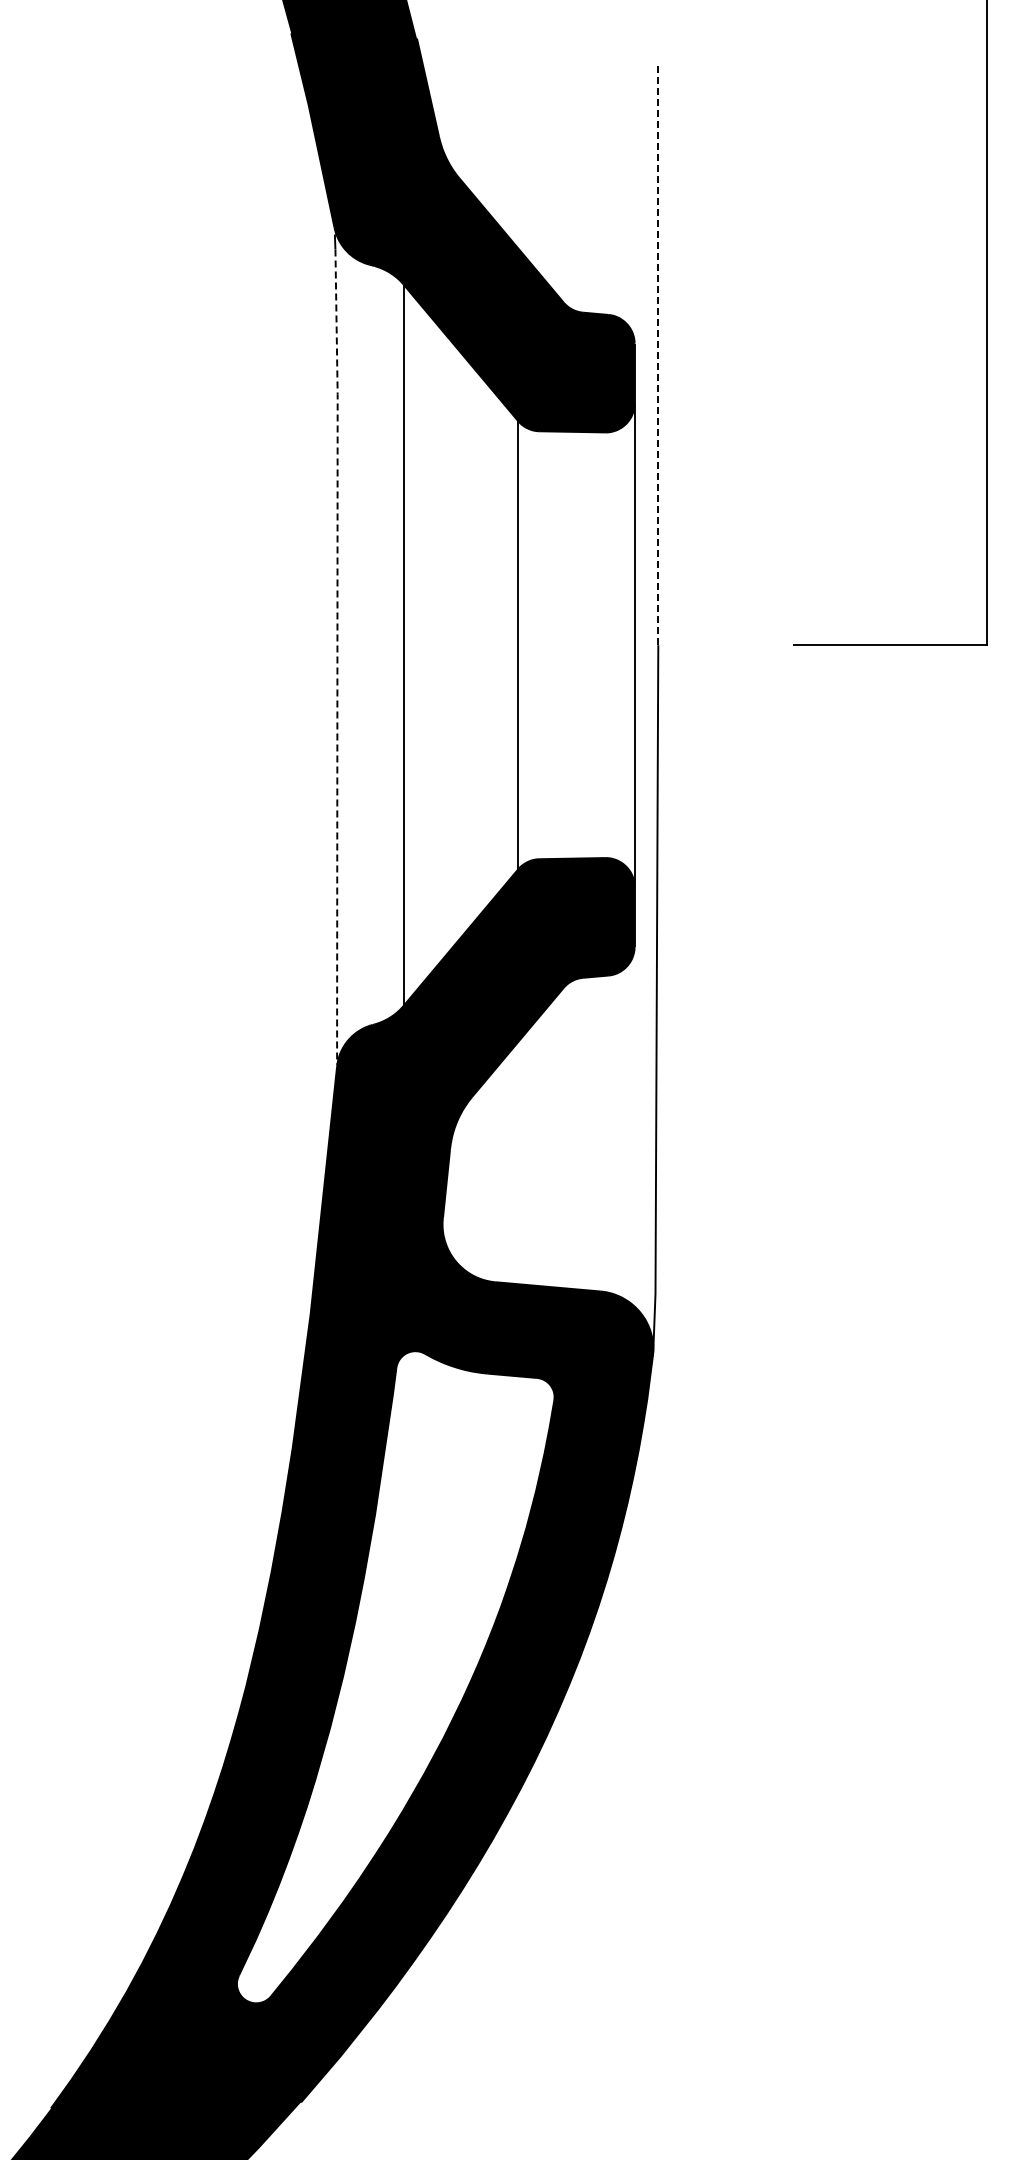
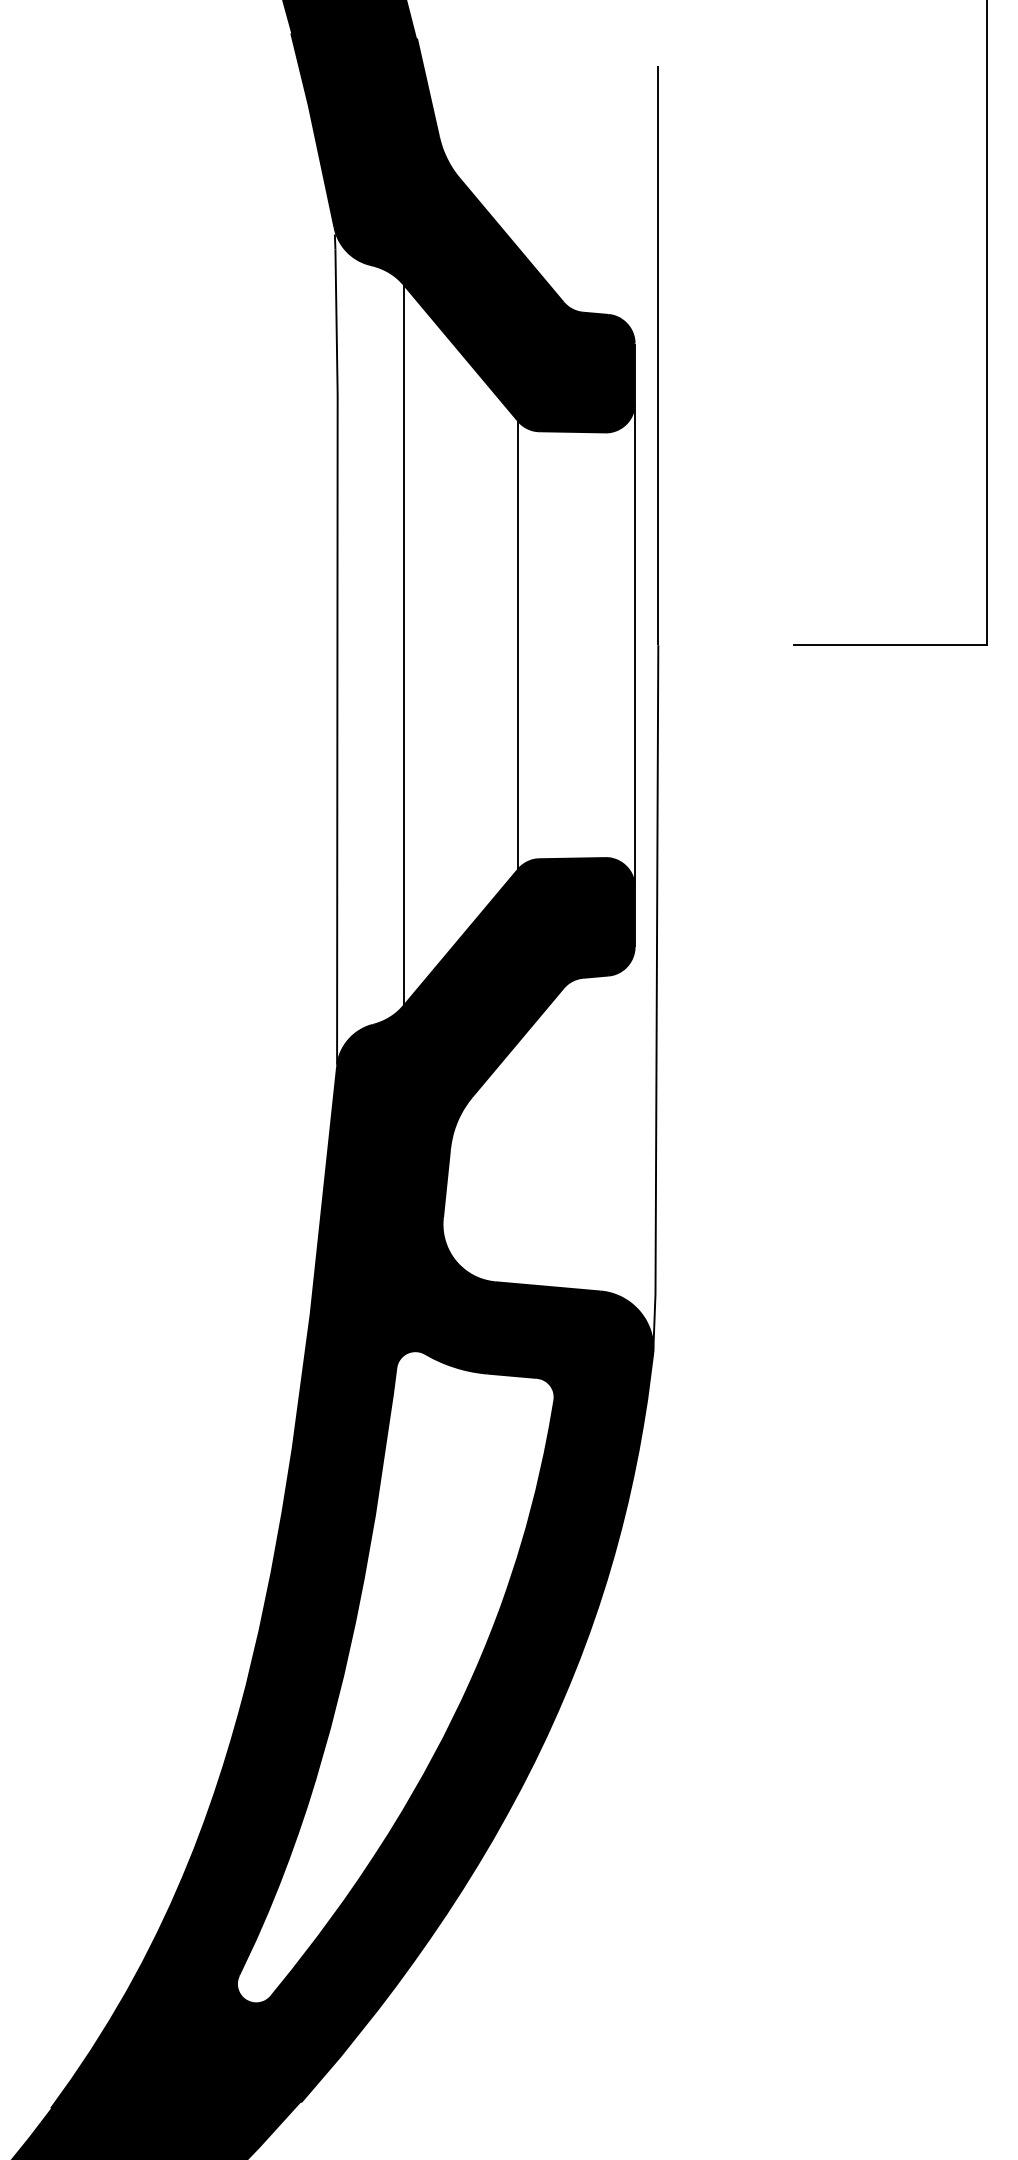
line at (658, 355): dashed -> solid
line at (337, 656): dashed -> solid
